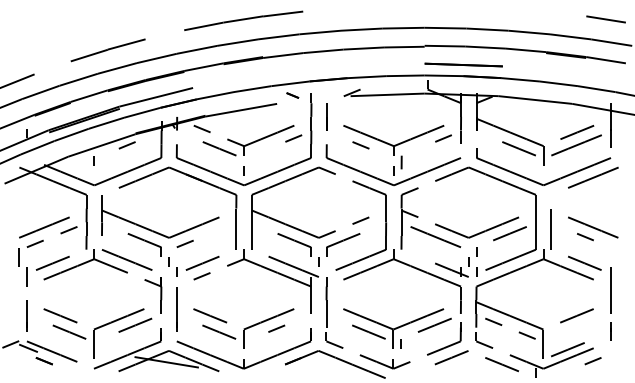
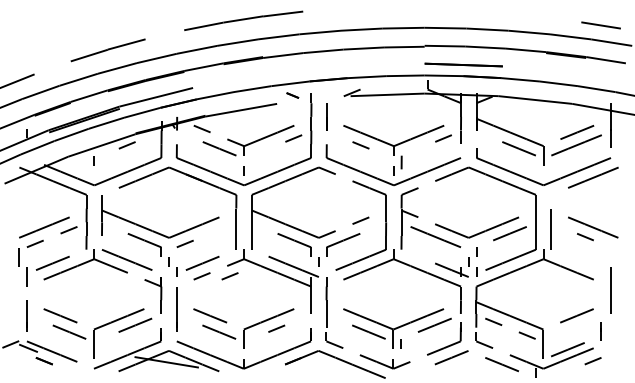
line at (605, 19) position: (605, 19) -> (600, 25)
line at (584, 262): present -> none
line at (229, 276): none -> present
line at (610, 331) position: (610, 331) -> (600, 331)
